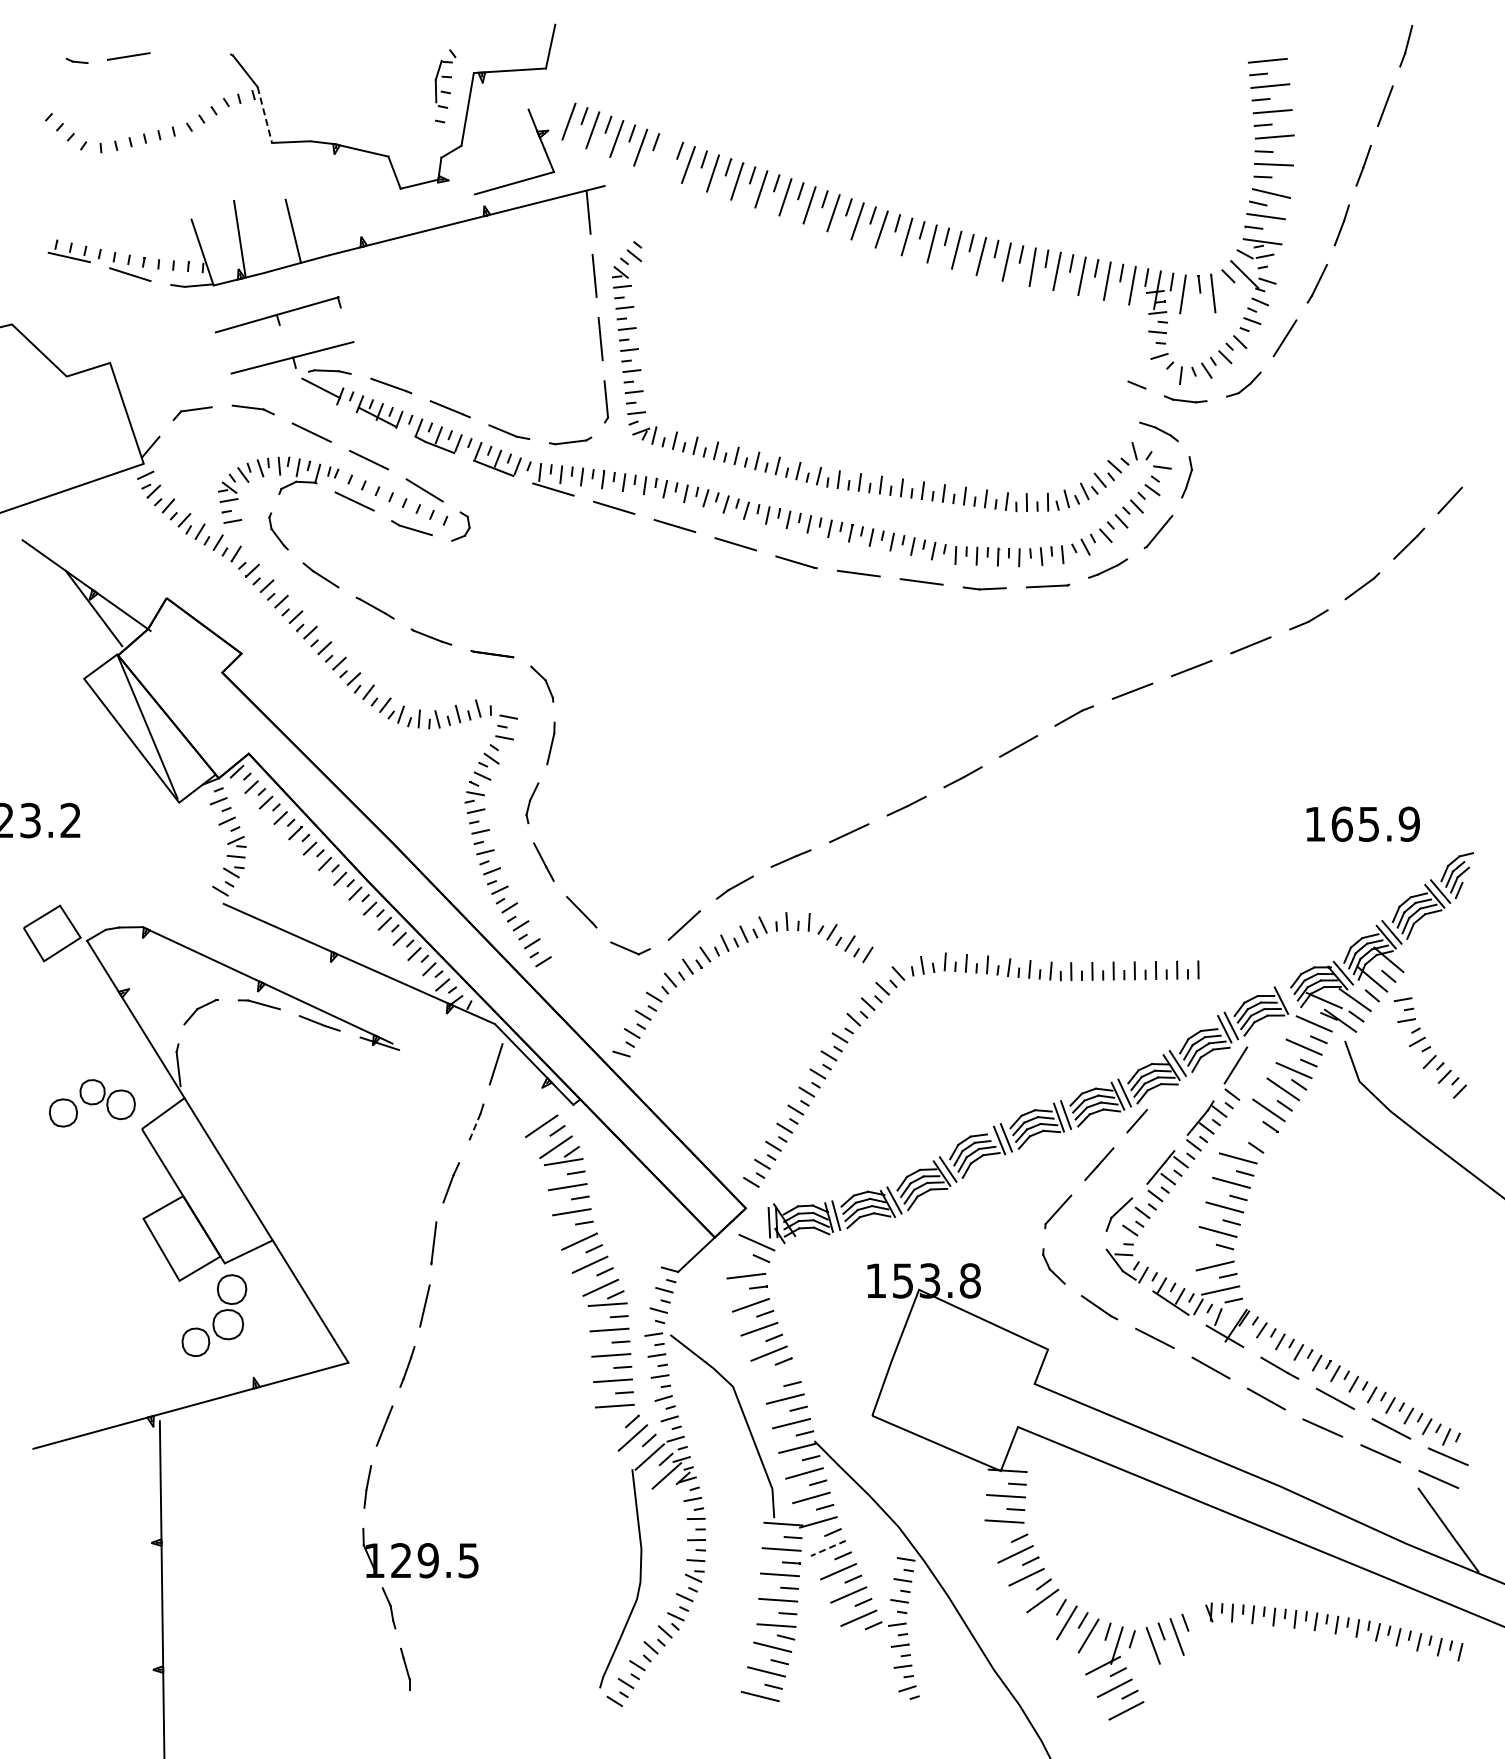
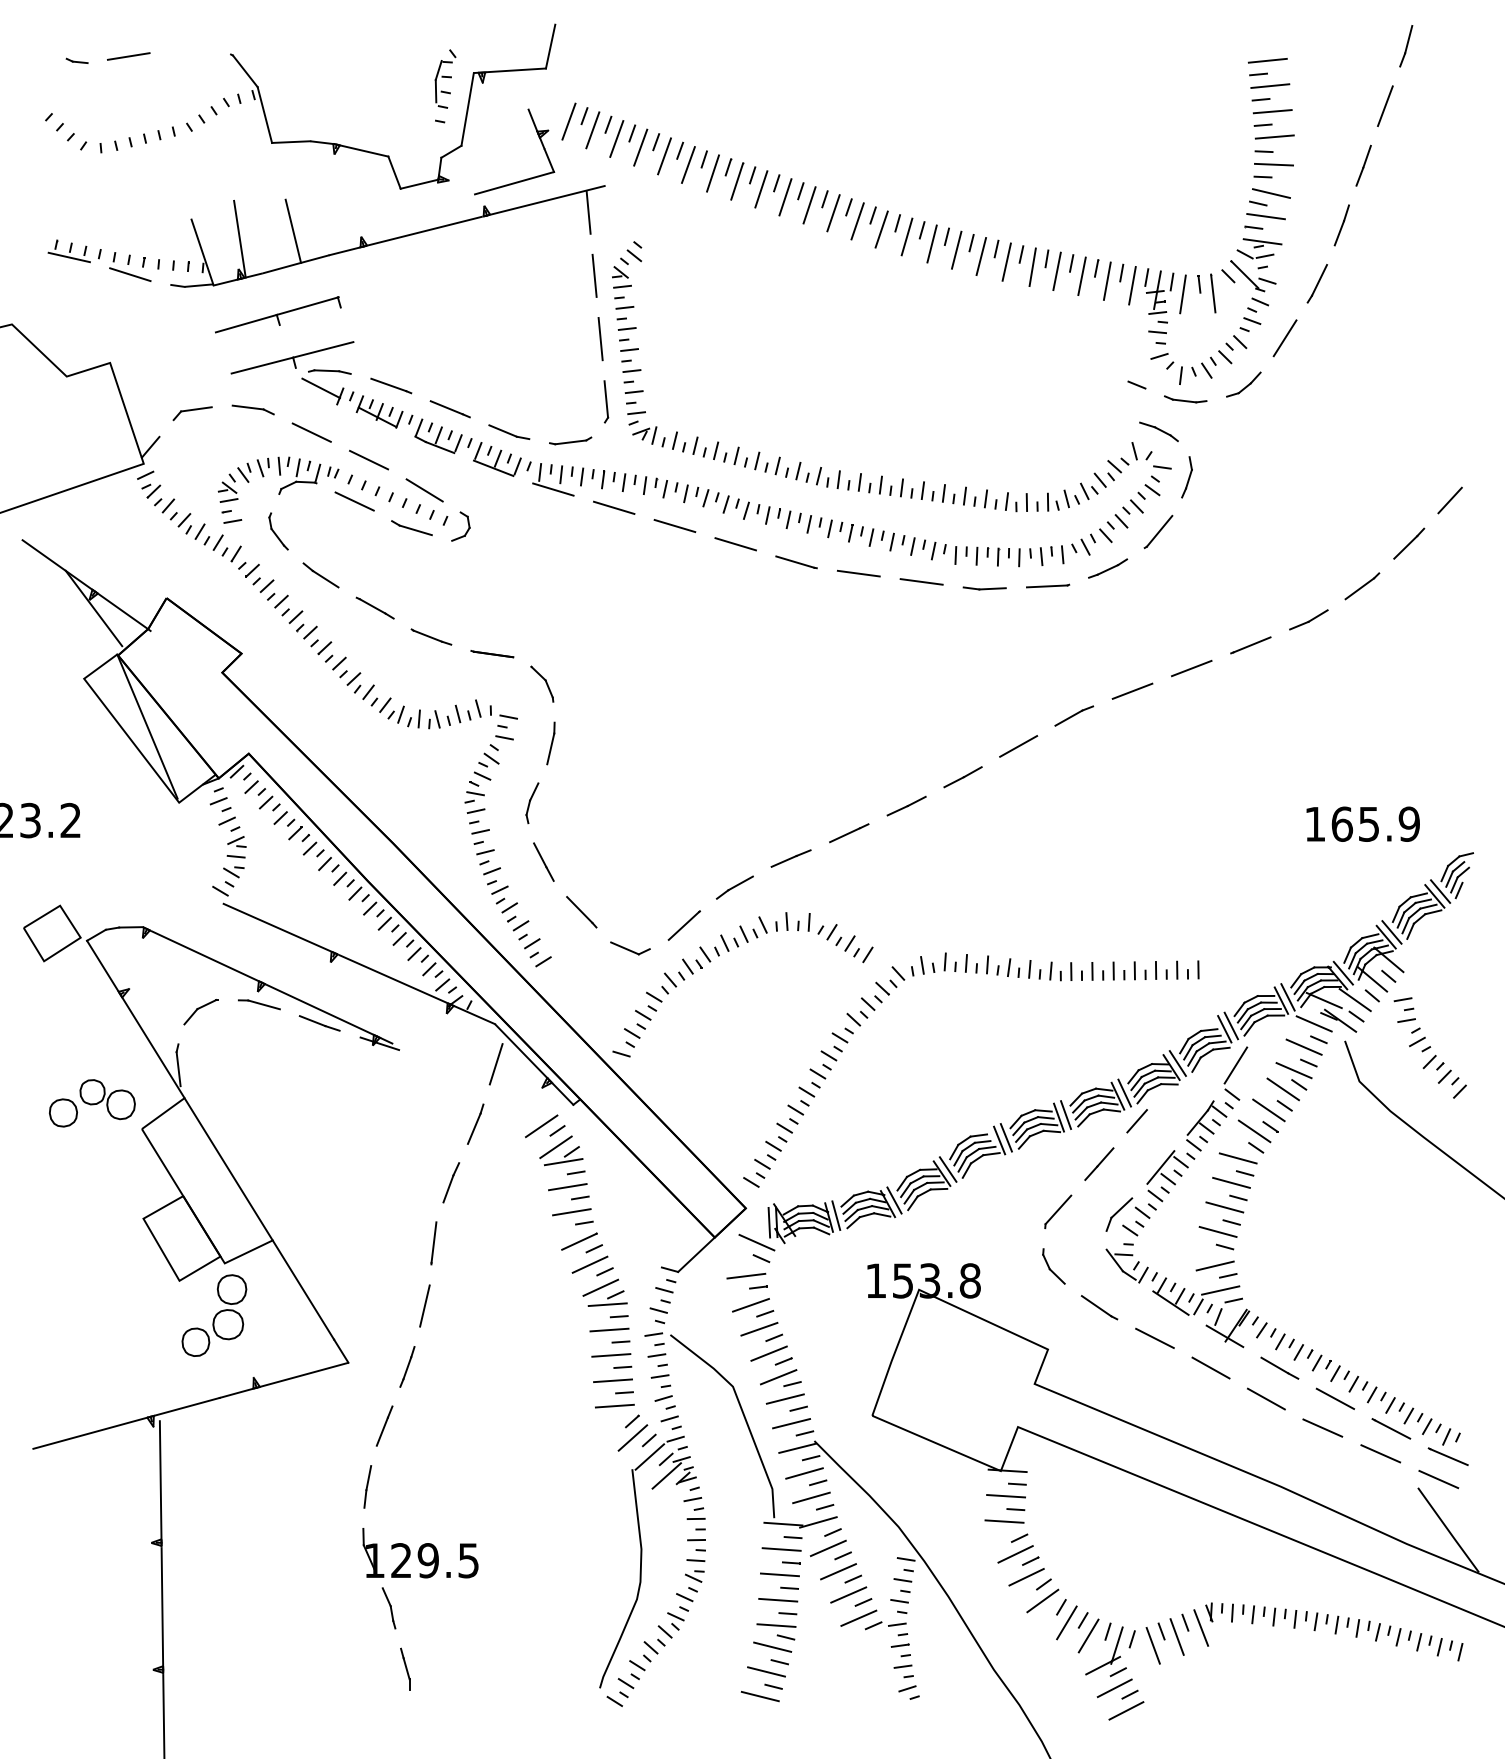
line at (264, 115): dashed -> solid
line at (664, 156): none -> present
line at (1287, 997): none -> present
line at (474, 1129): dashed -> solid
line at (1254, 1131): none -> present
line at (778, 1377): none -> present
line at (827, 1548): dashed -> solid
line at (1201, 1627): none -> present
